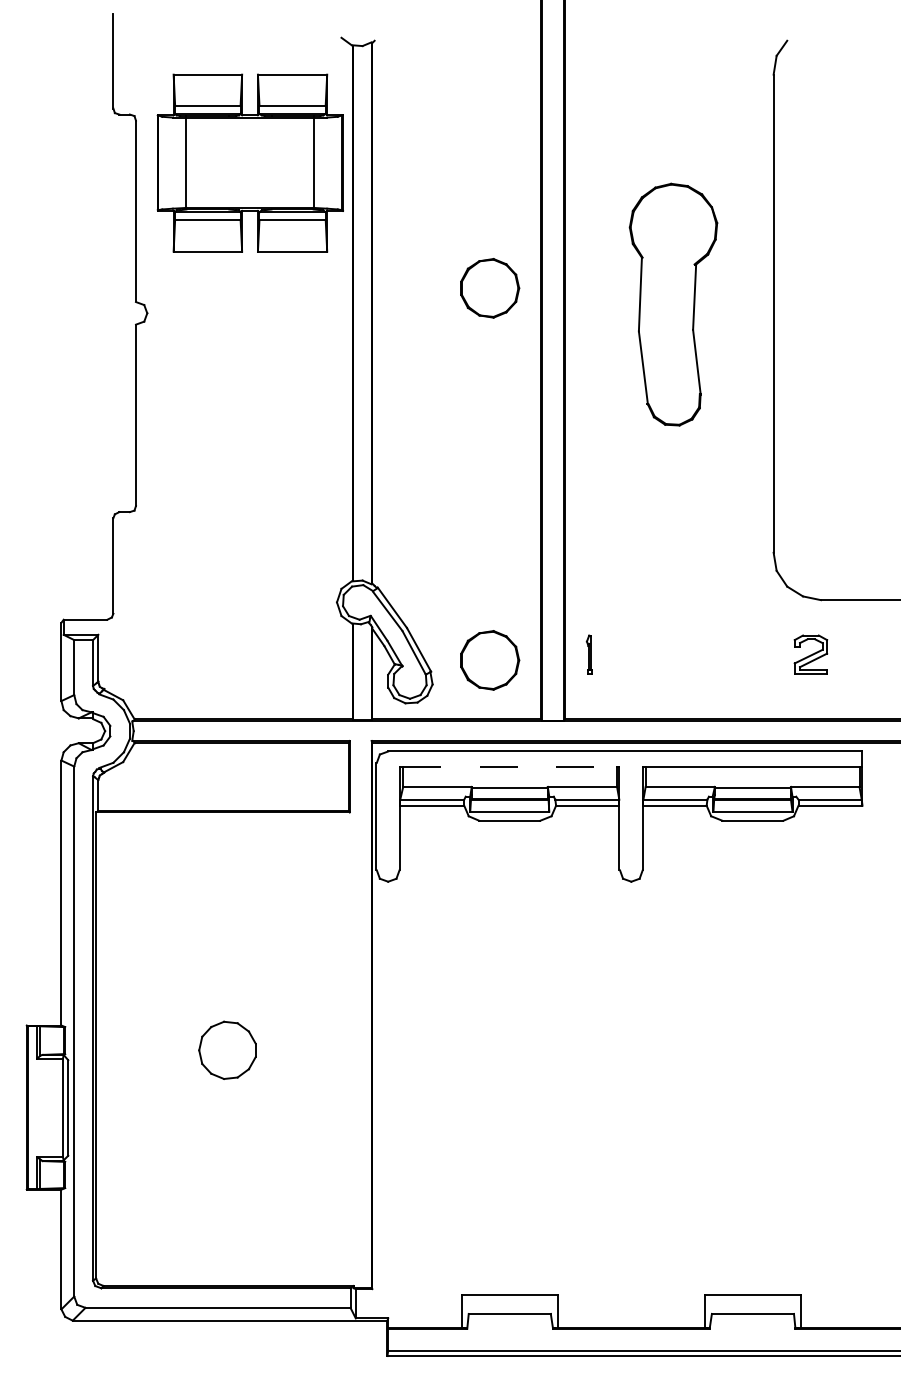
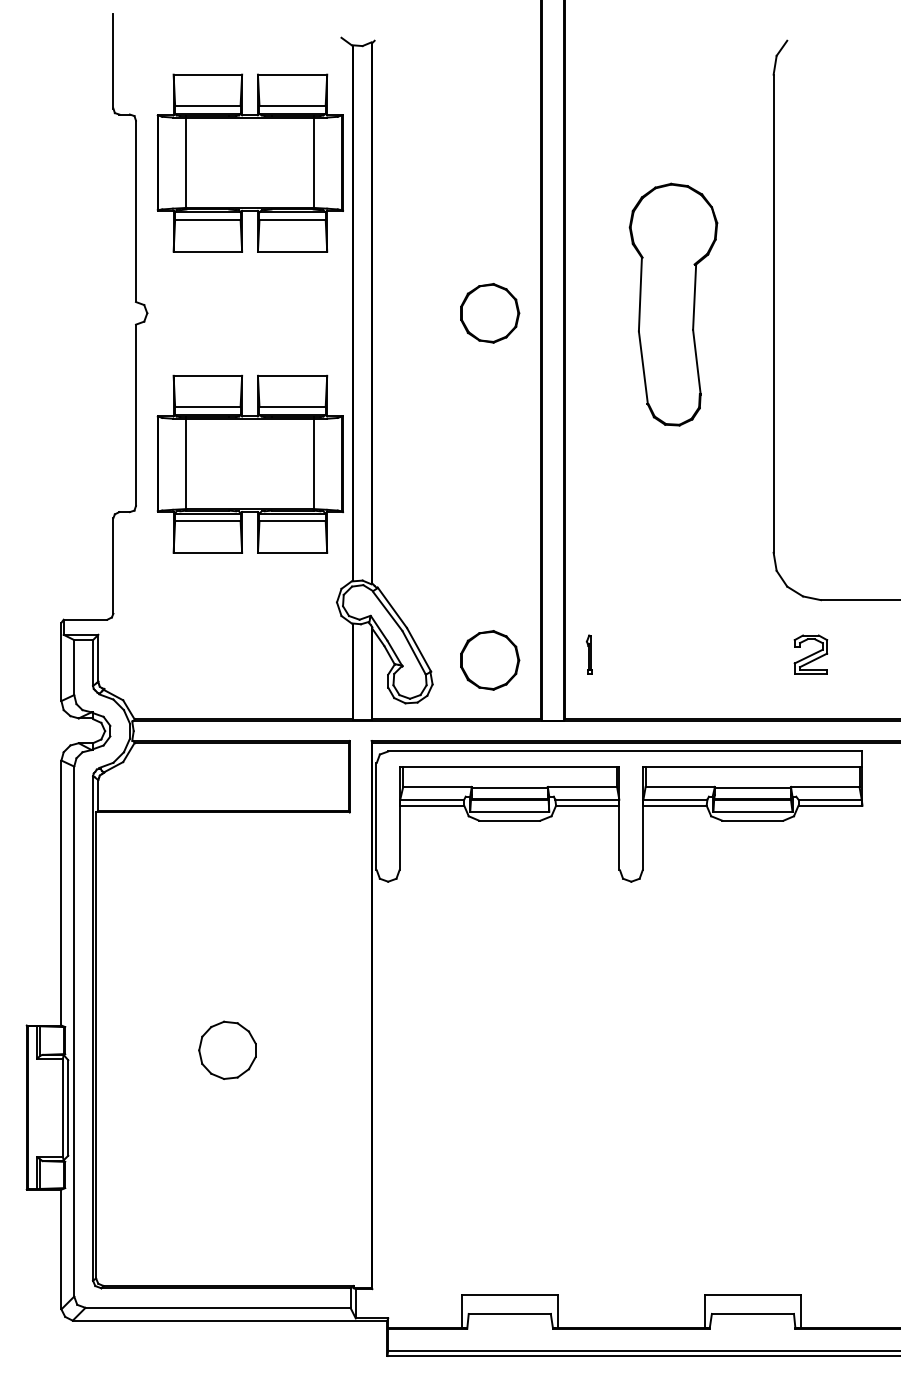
part at (490, 288) position: (490, 288) -> (490, 313)
part at (249, 463): none -> present
line at (510, 767): dashed -> solid
